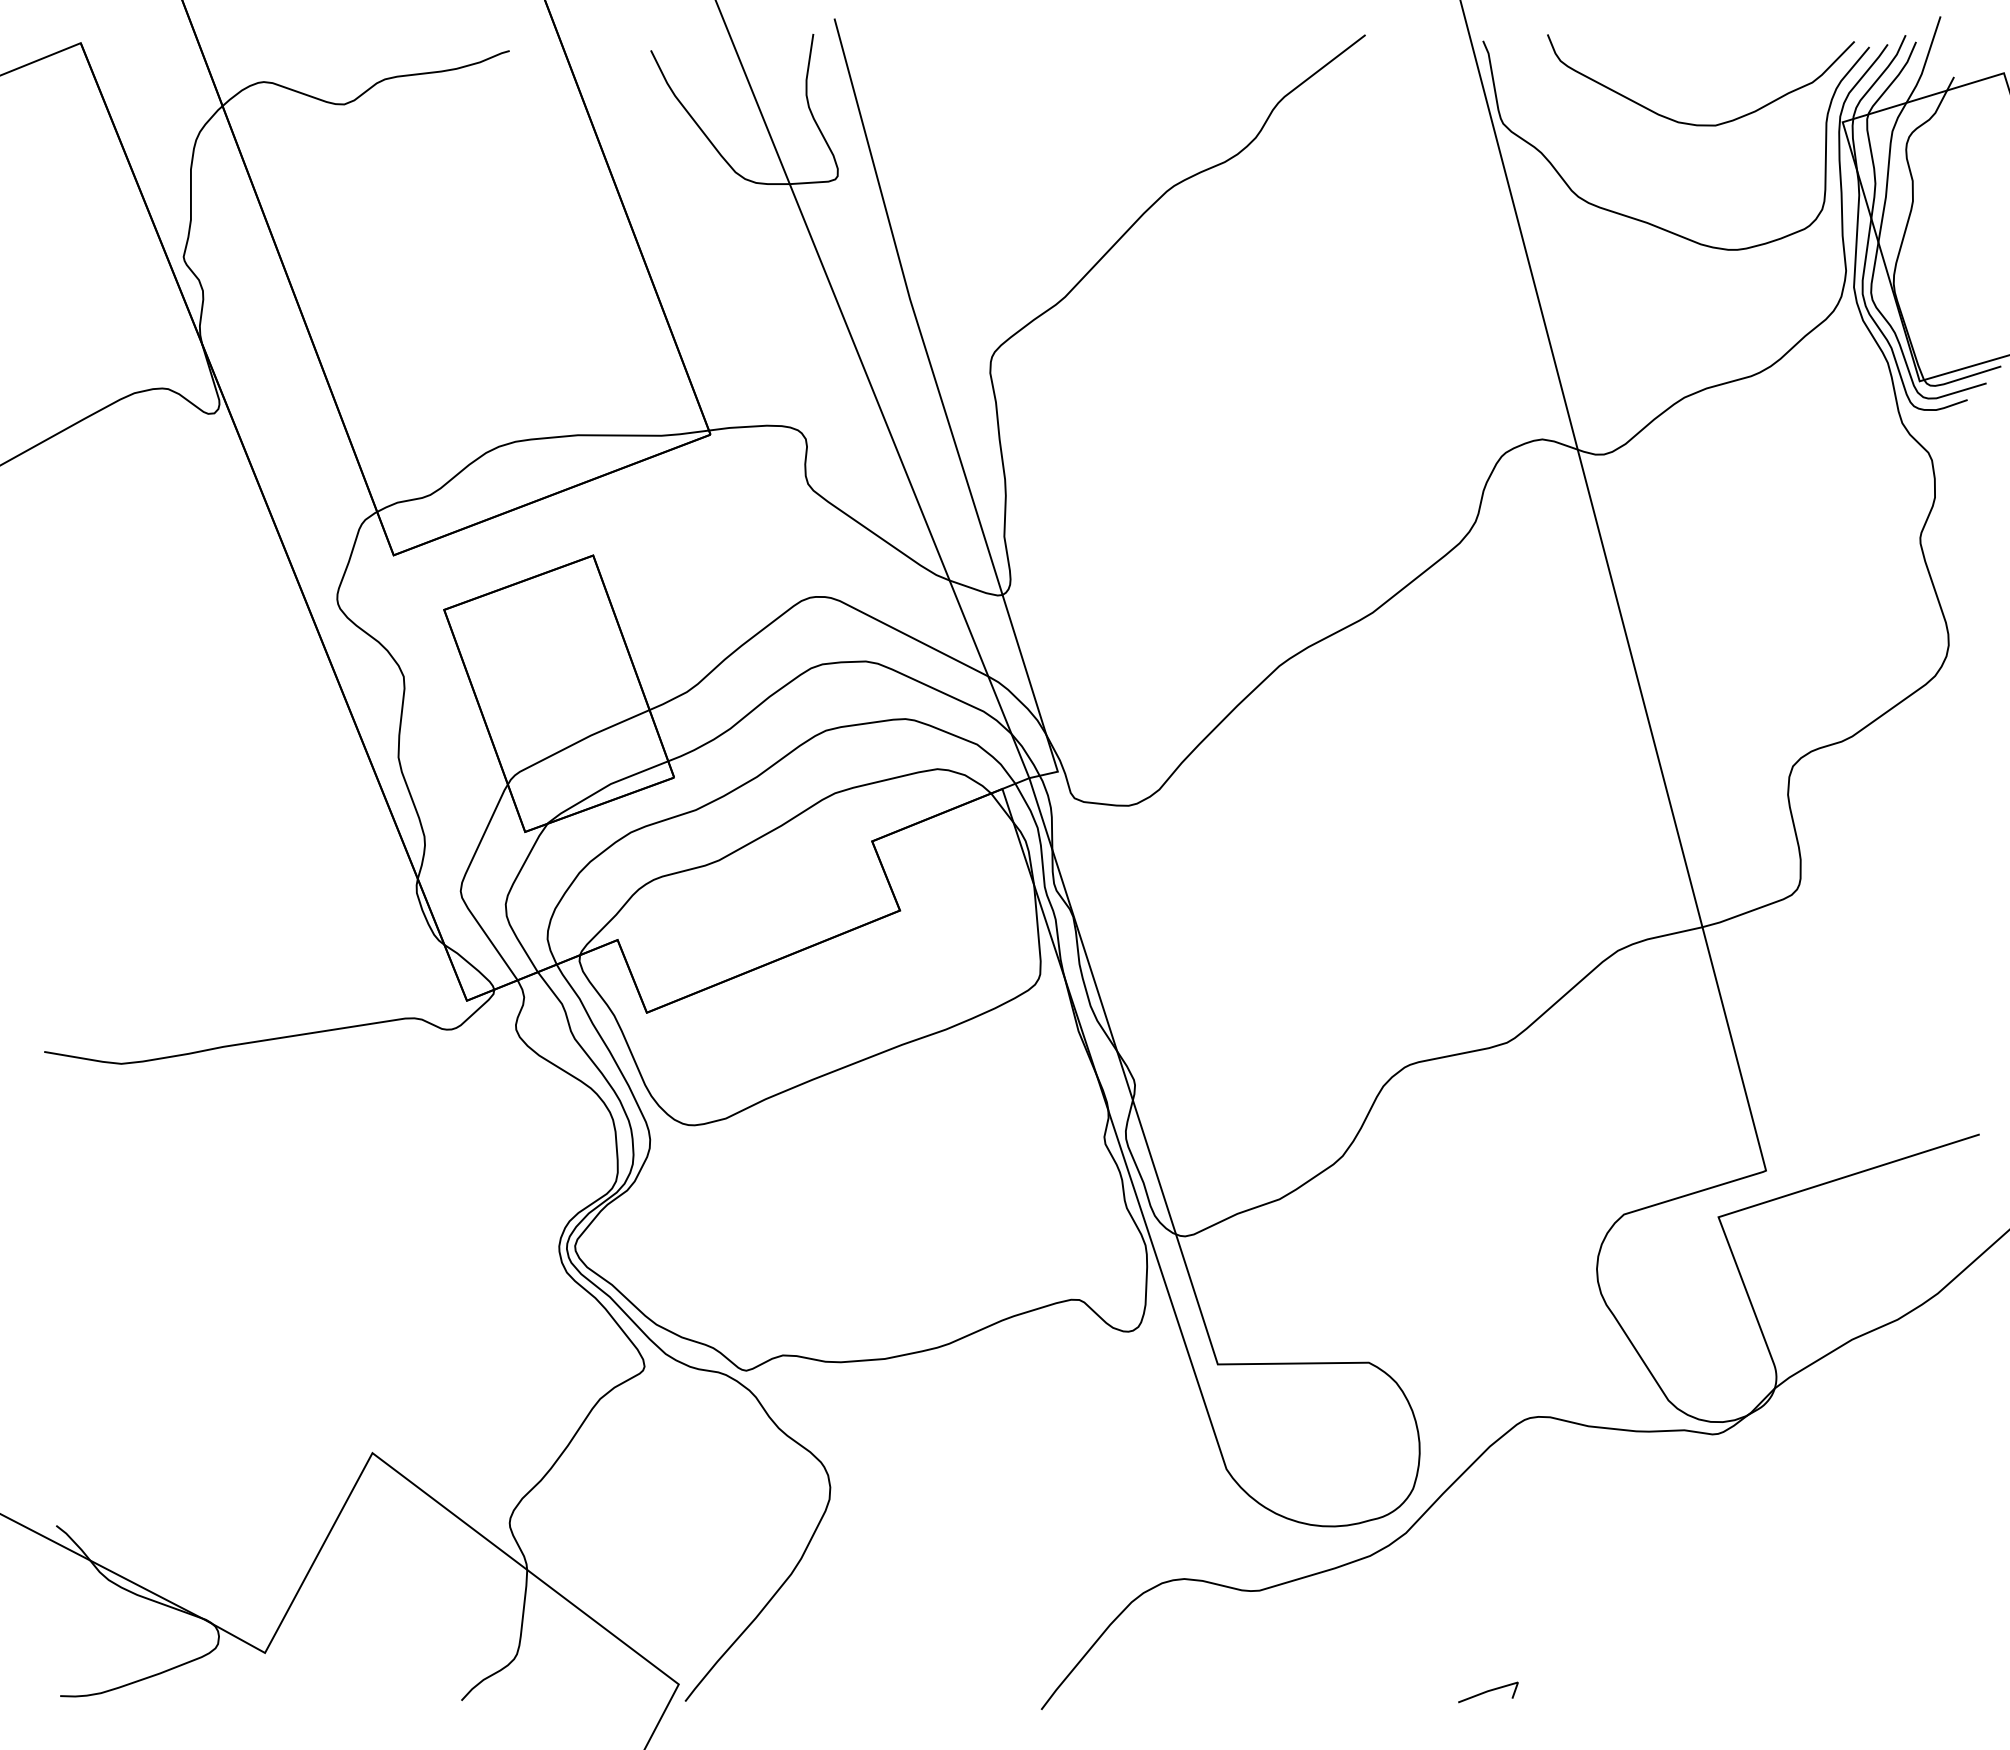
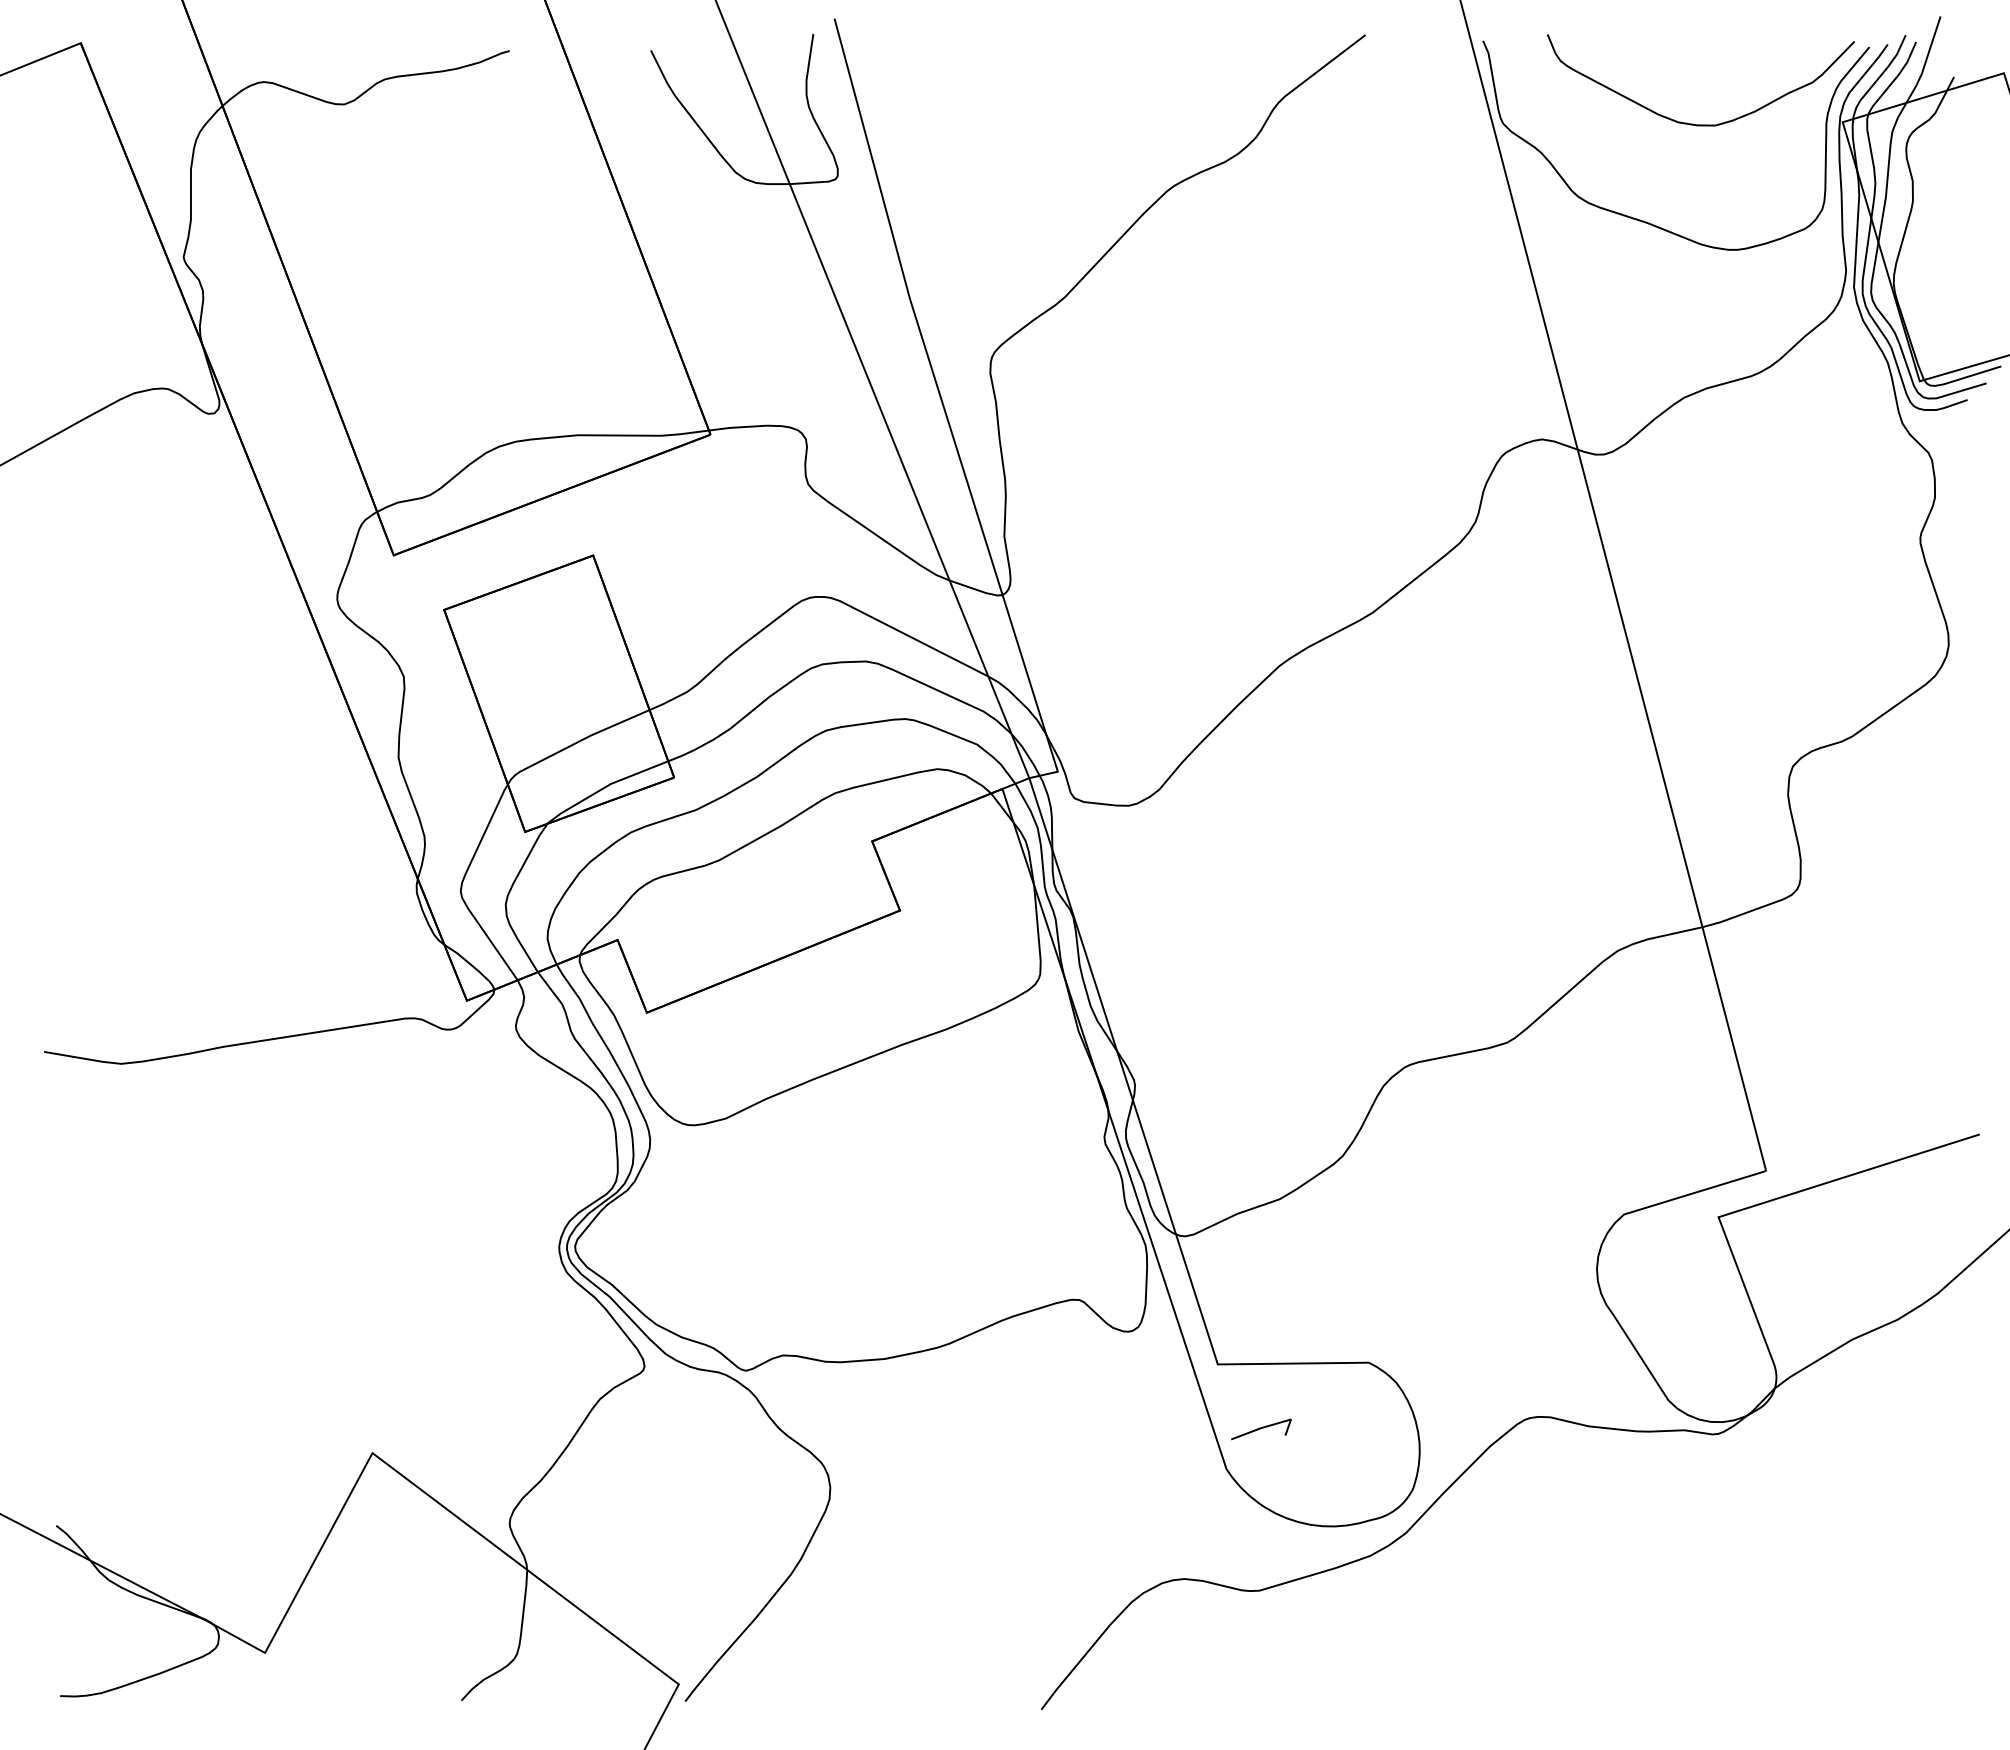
line at (1488, 1691) position: (1488, 1691) -> (1261, 1428)
